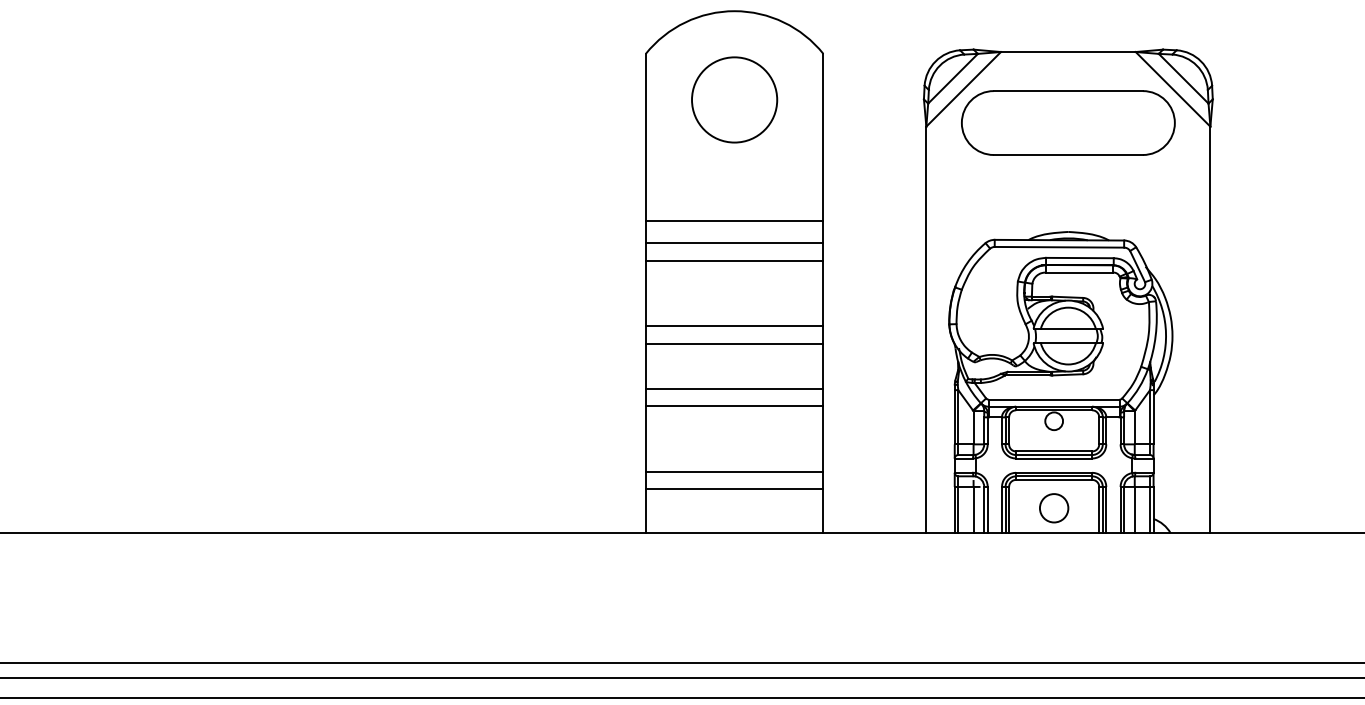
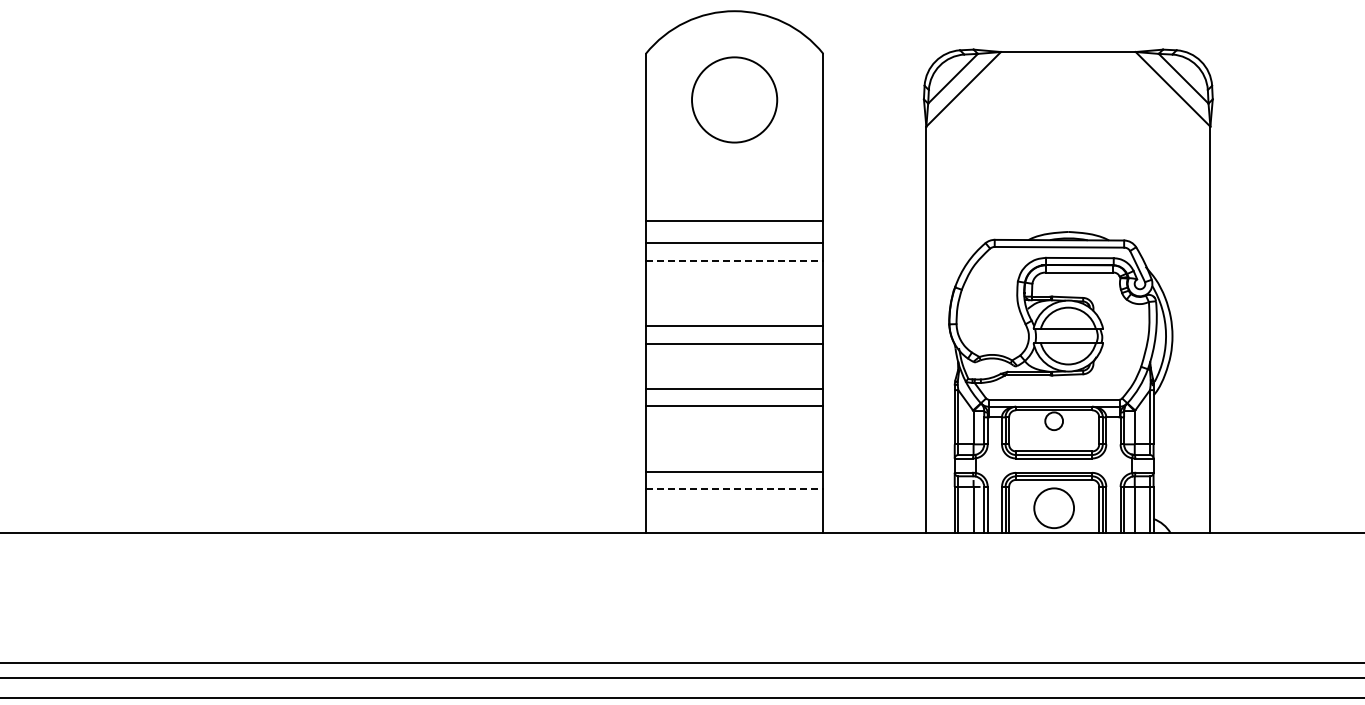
part at (1068, 122): present -> none
line at (734, 260): solid -> dashed
line at (734, 489): solid -> dashed
circle at (1053, 508) diameter: 28 px -> 40 px
